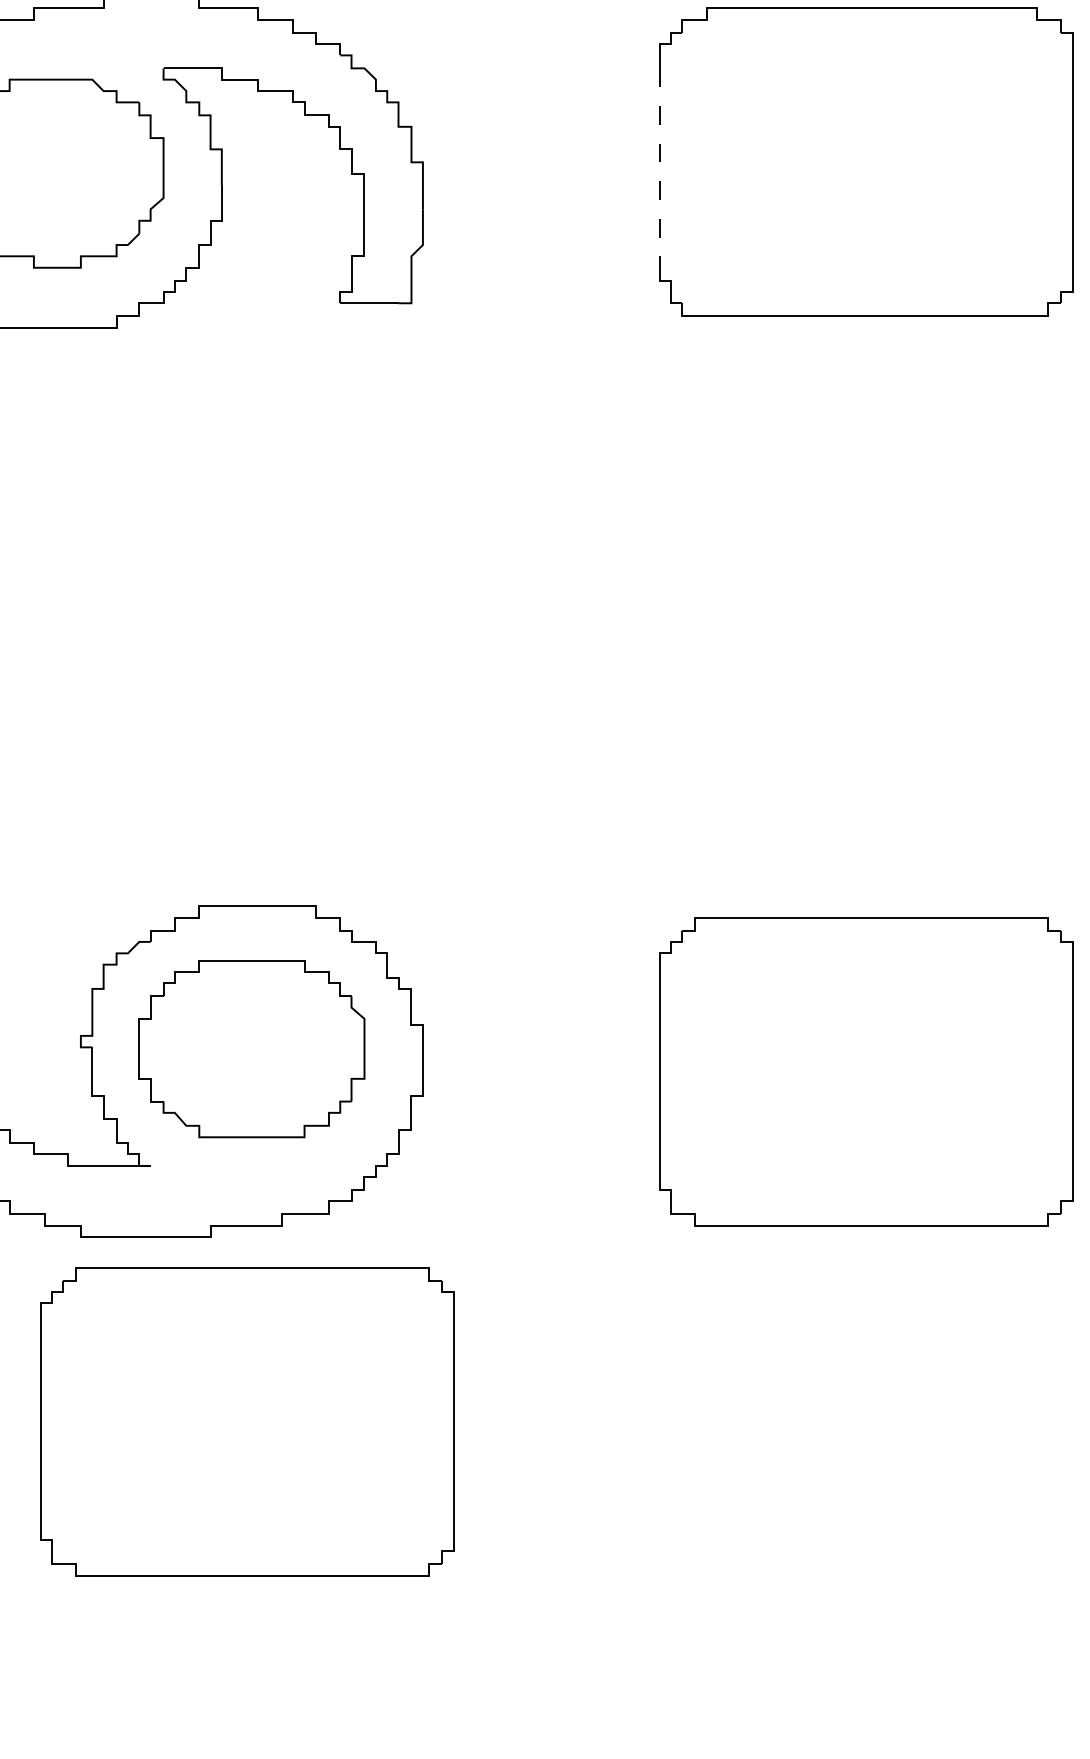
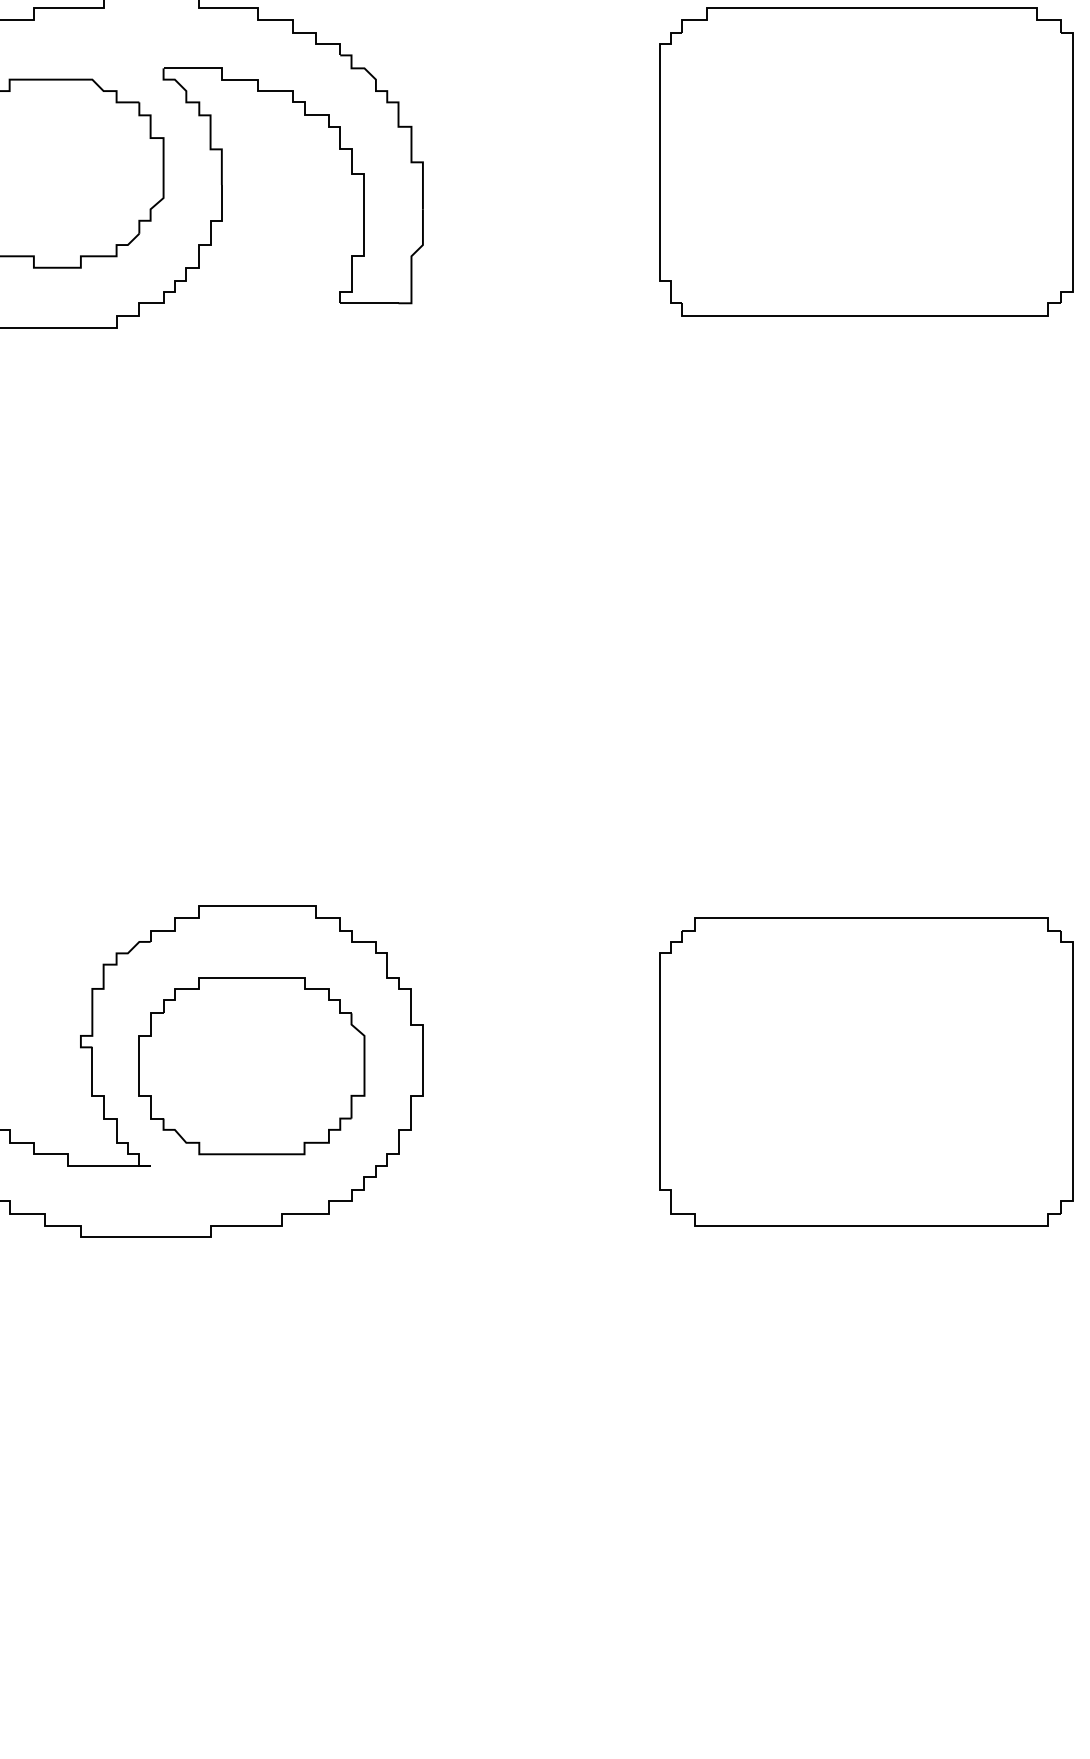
line at (659, 168): dashed -> solid
part at (251, 1049) position: (251, 1049) -> (251, 1066)
part at (247, 1421): present -> none
